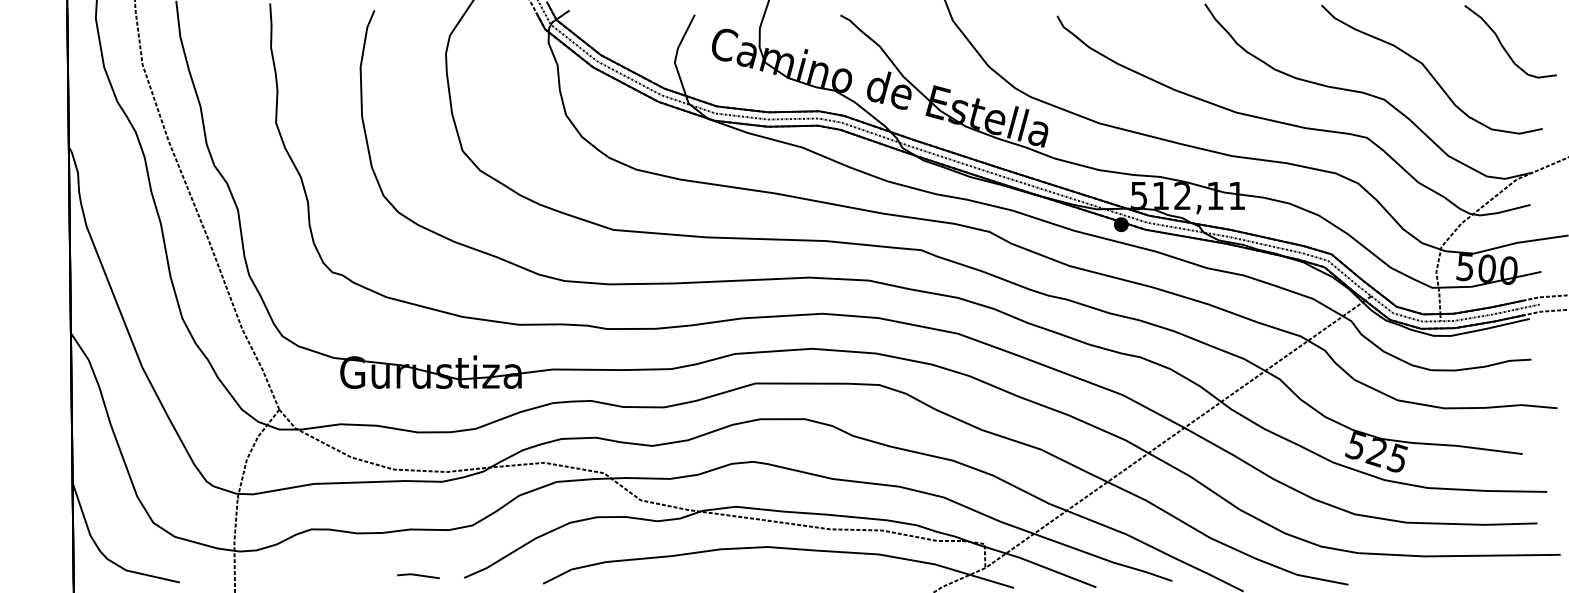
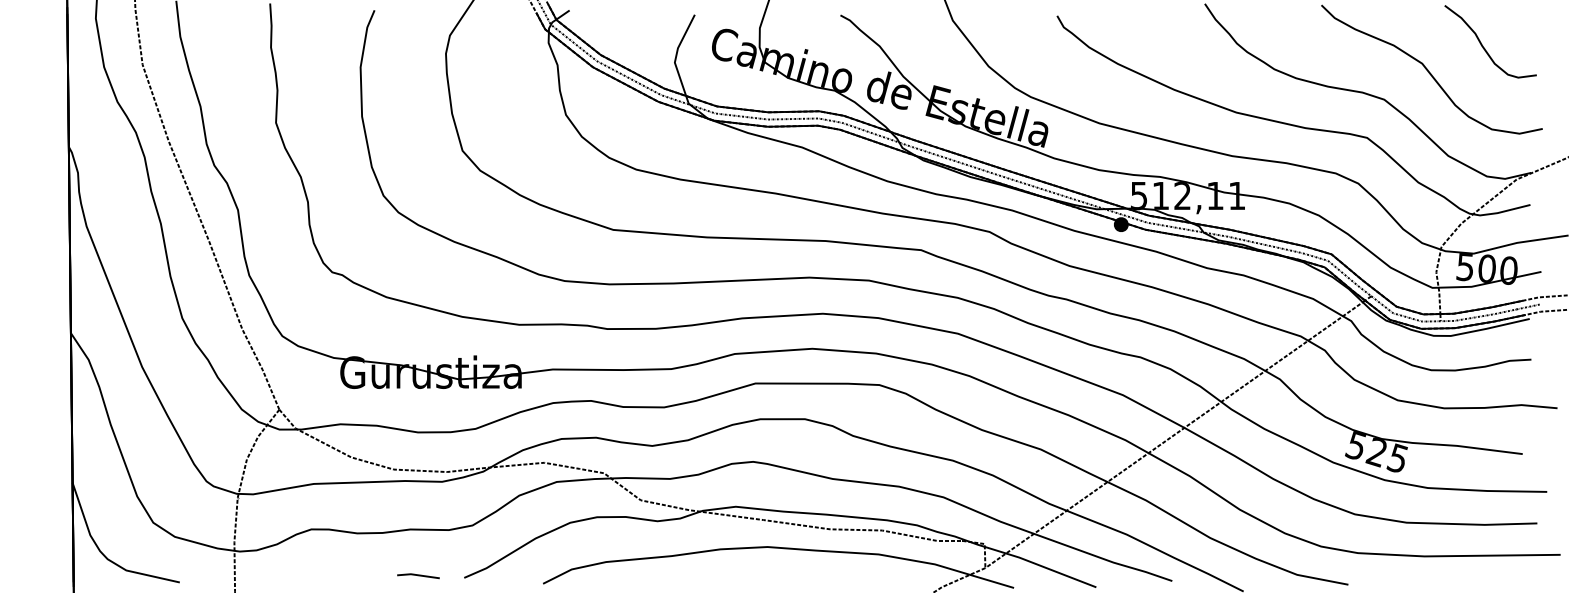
curve at (1503, 45) position: (1503, 45) -> (1483, 45)
